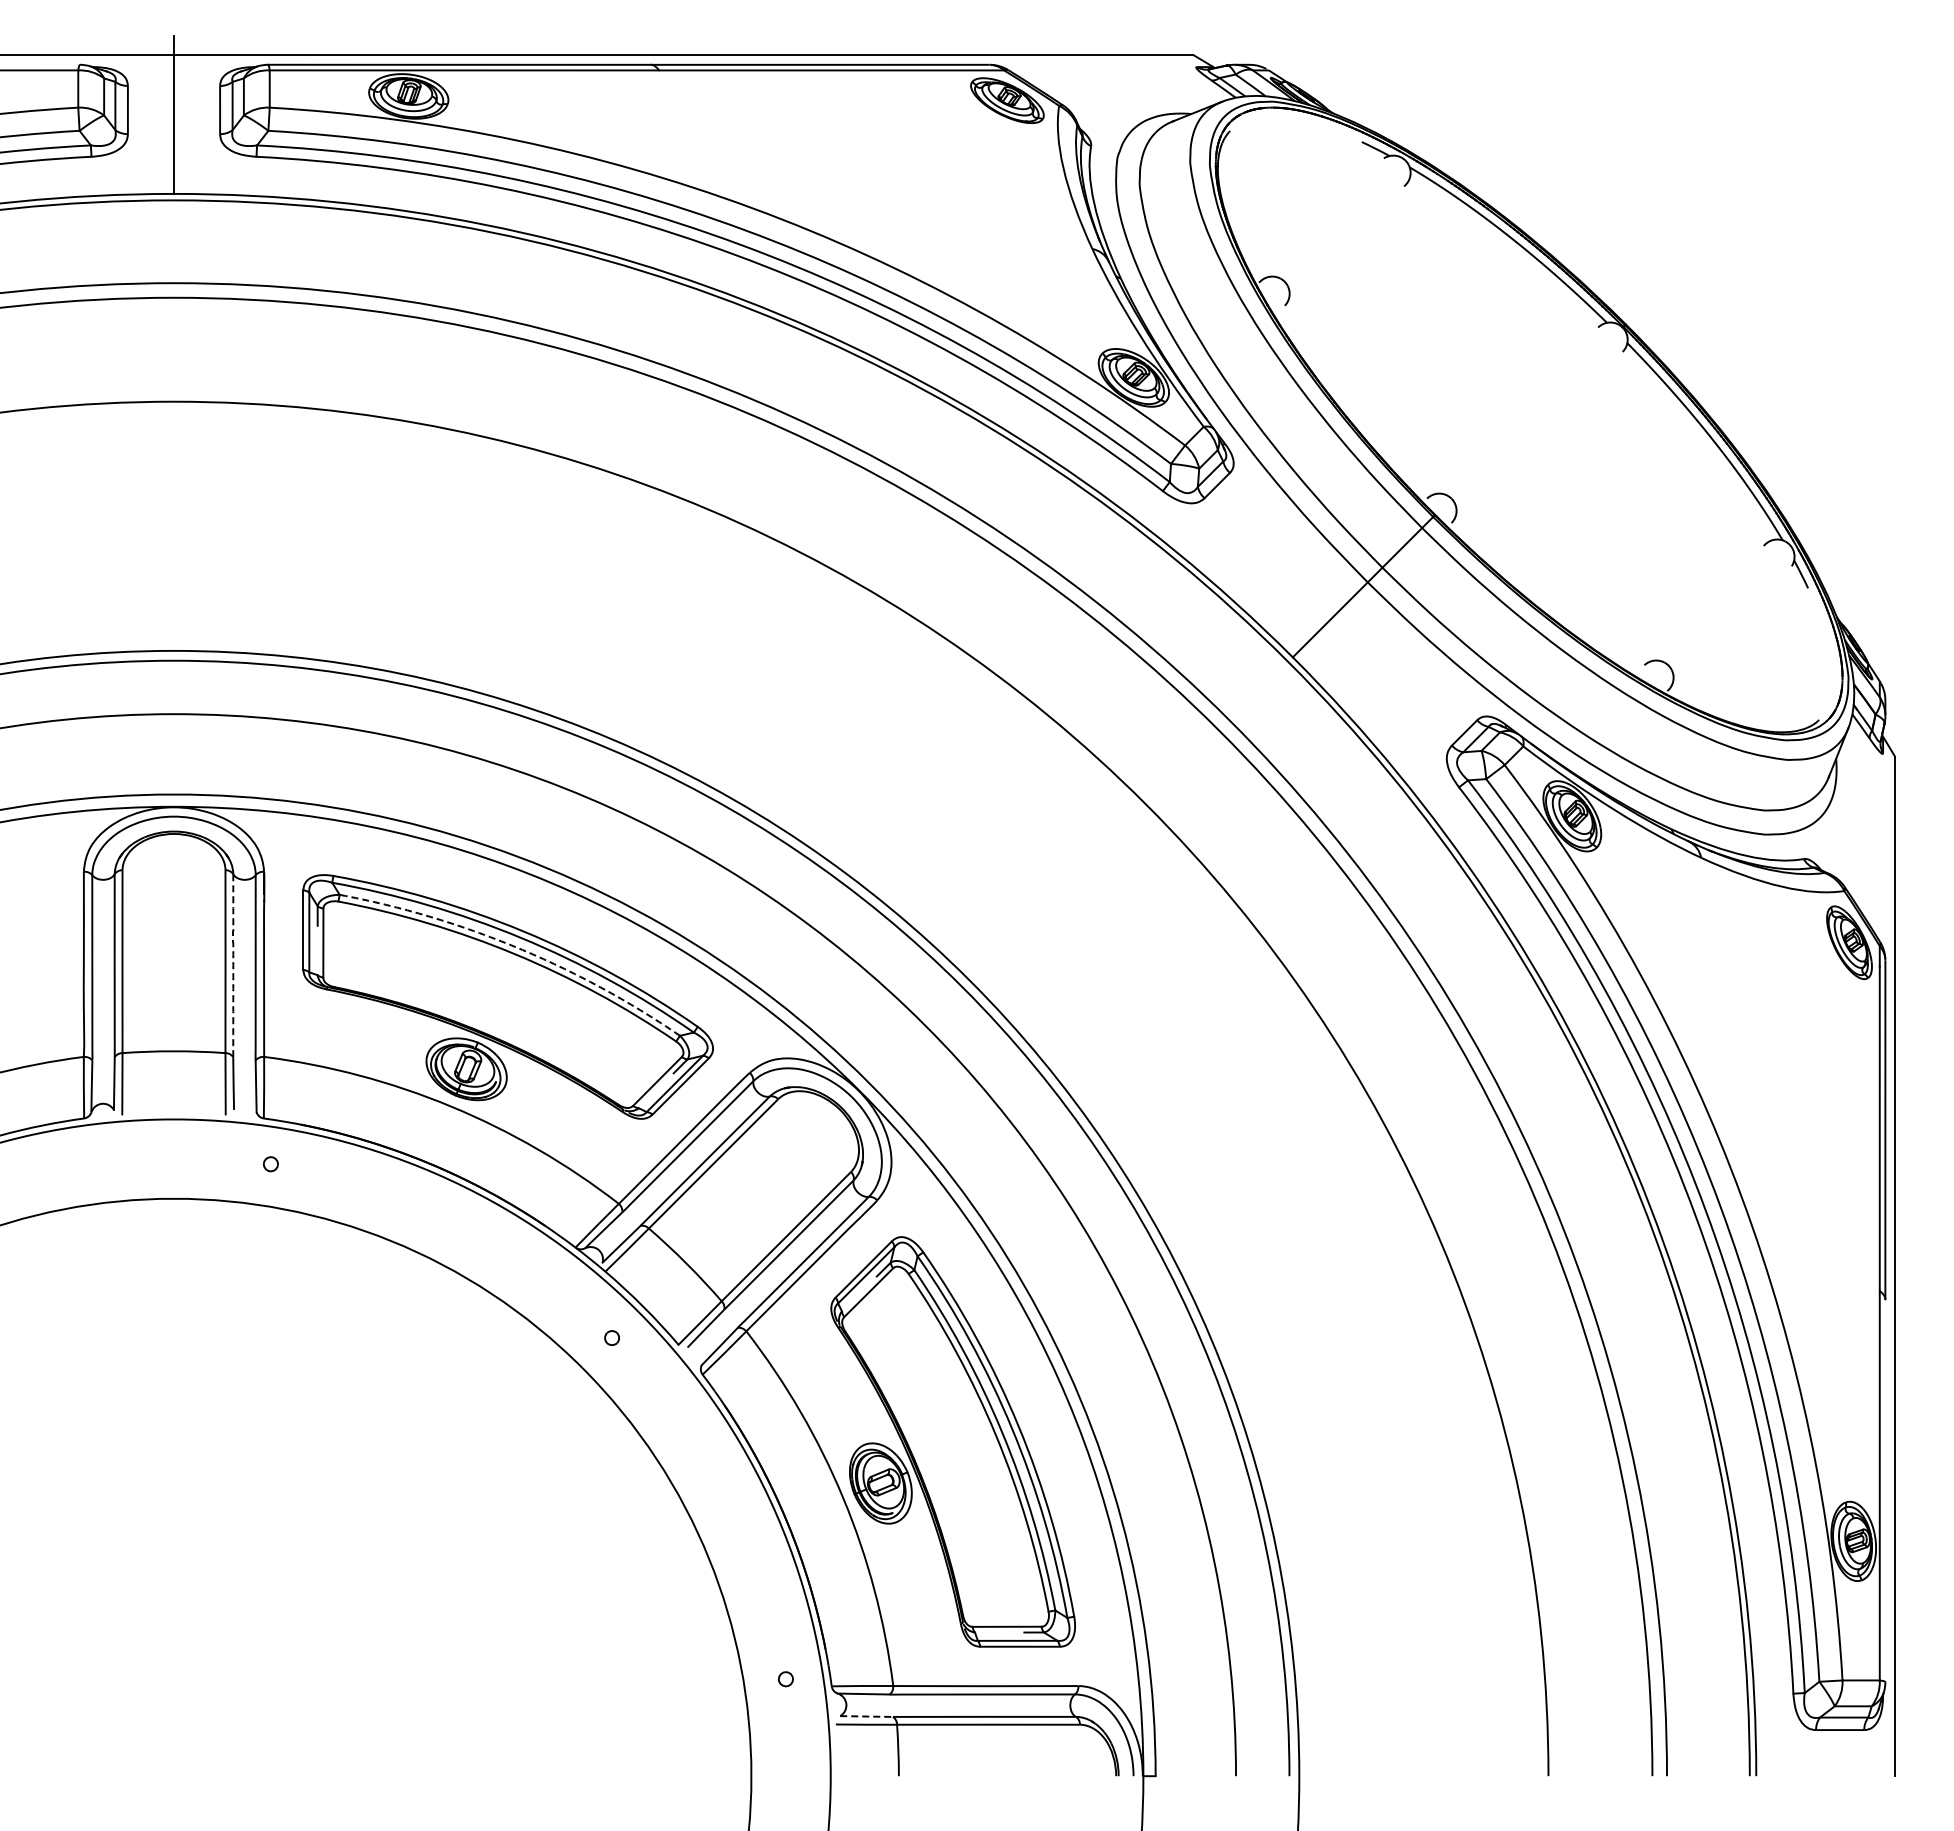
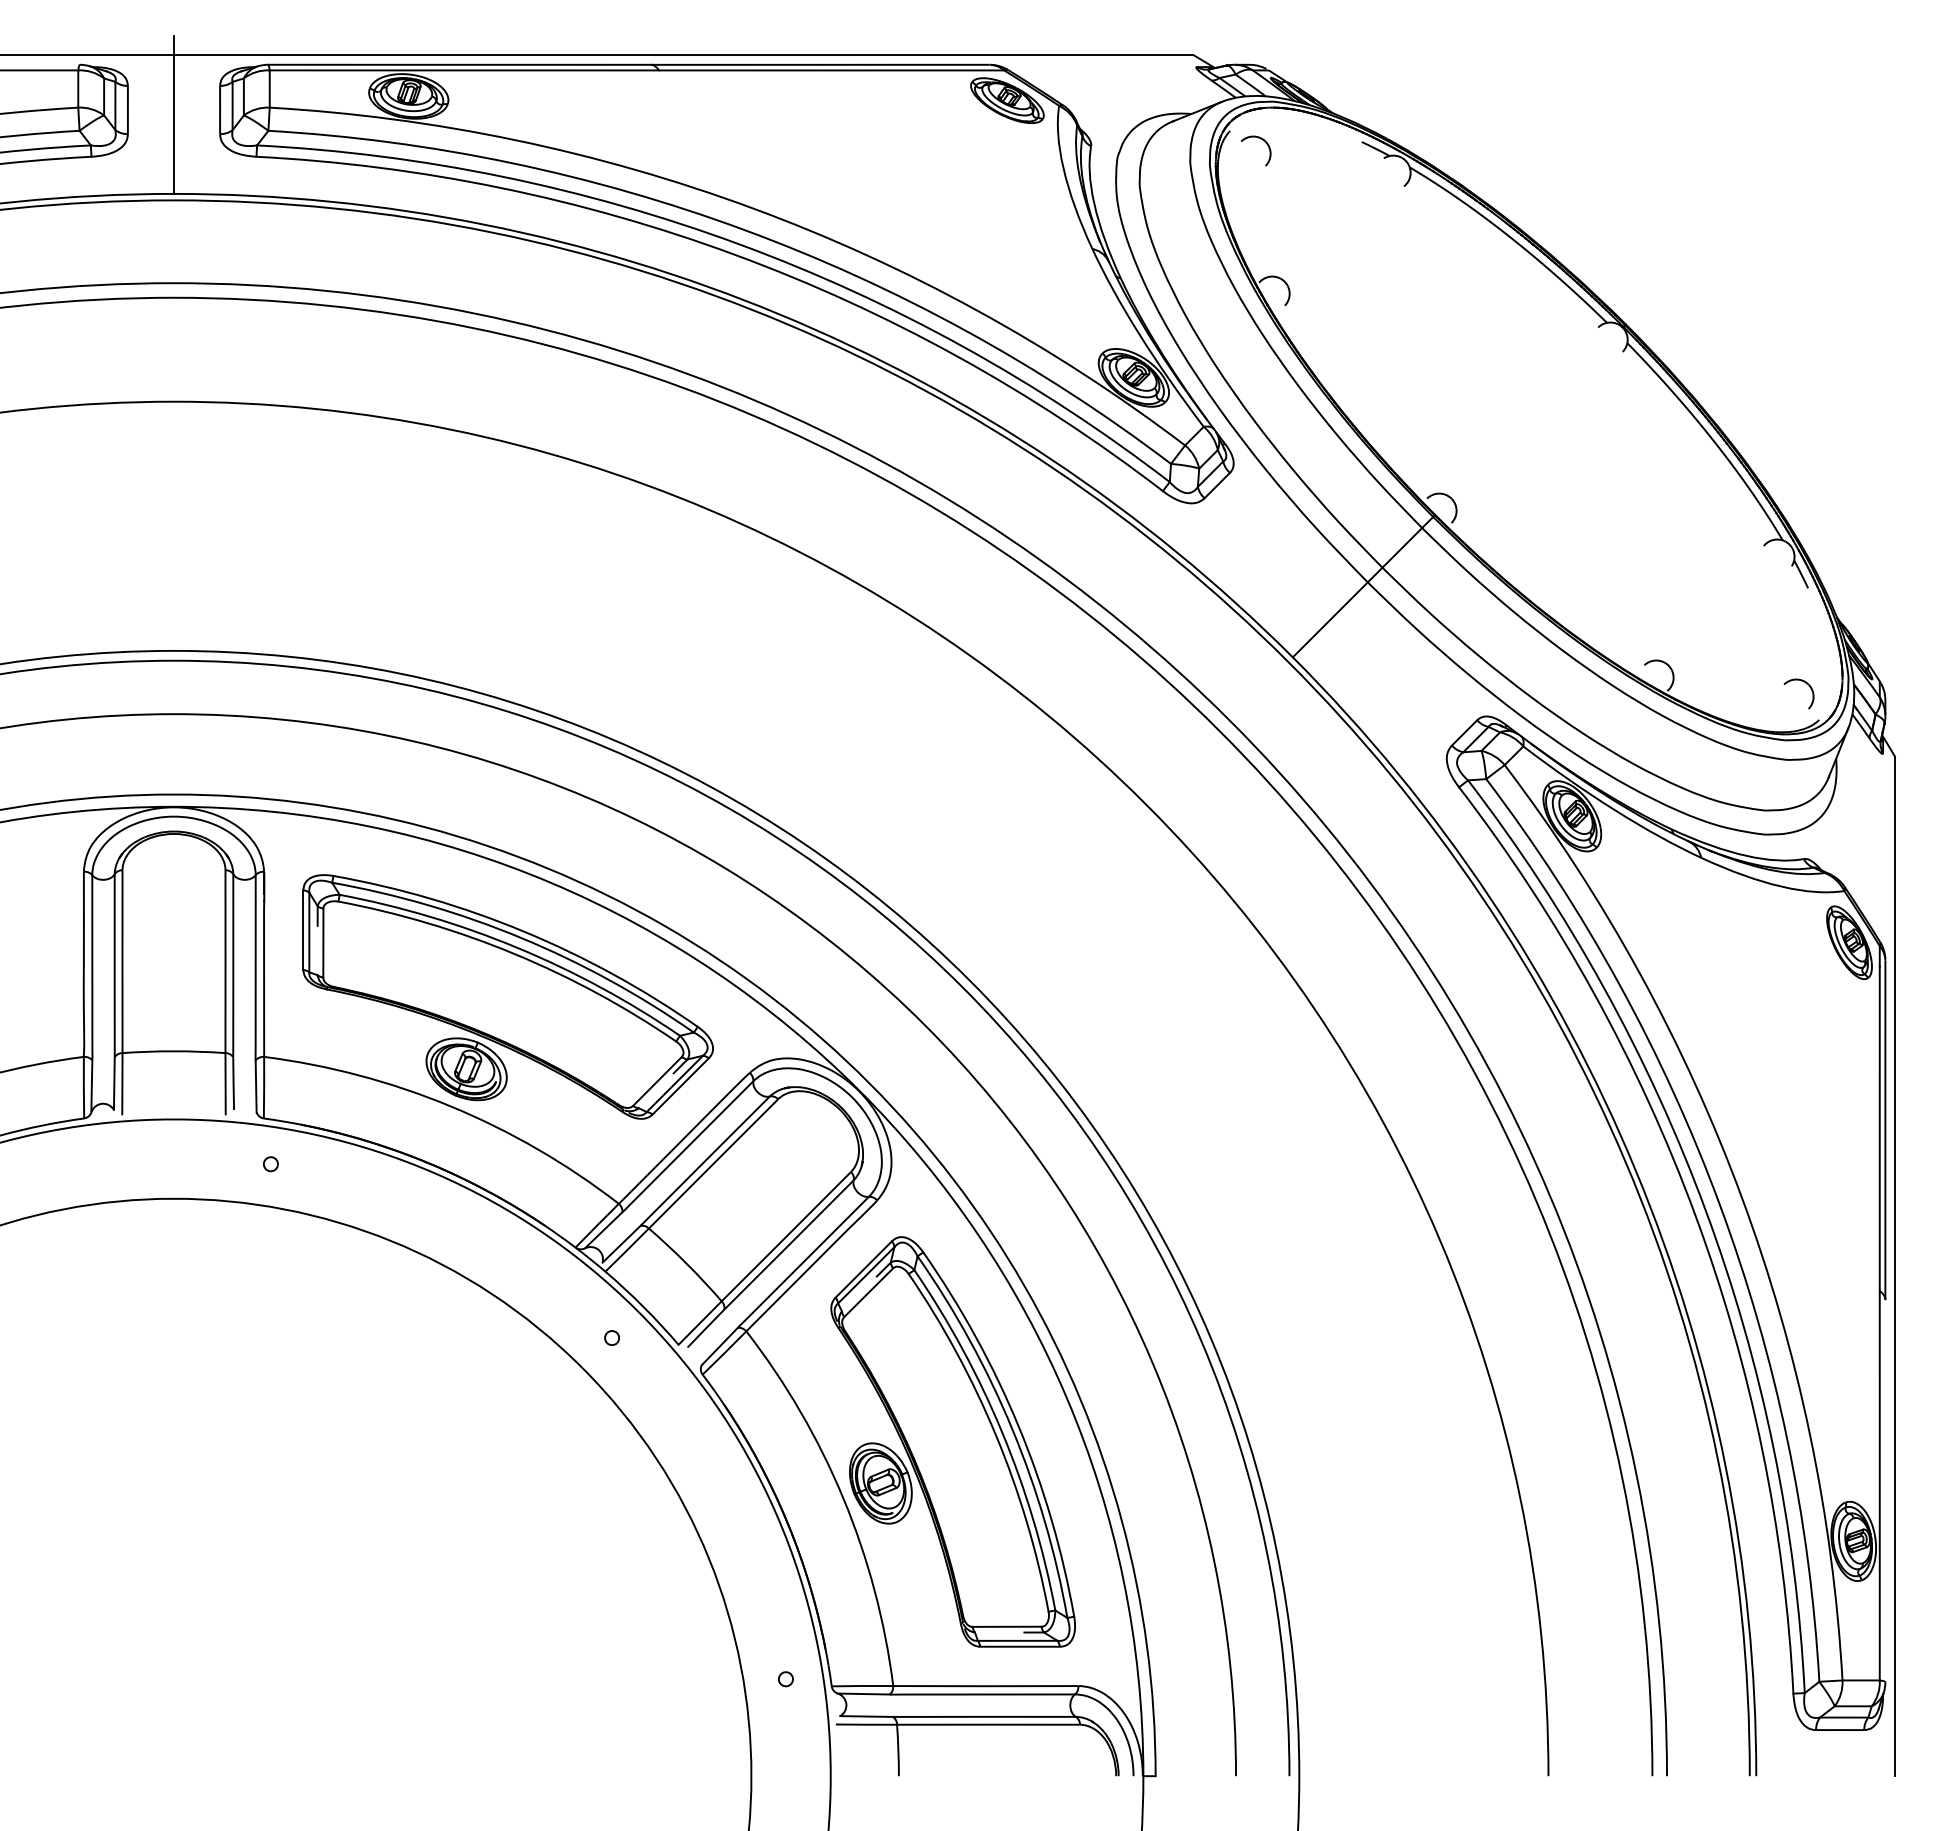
part at (1260, 139): none -> present
part at (1803, 682): none -> present
arc at (517, 947): dashed -> solid
arc at (233, 965): dashed -> solid
line at (867, 1716): dashed -> solid
